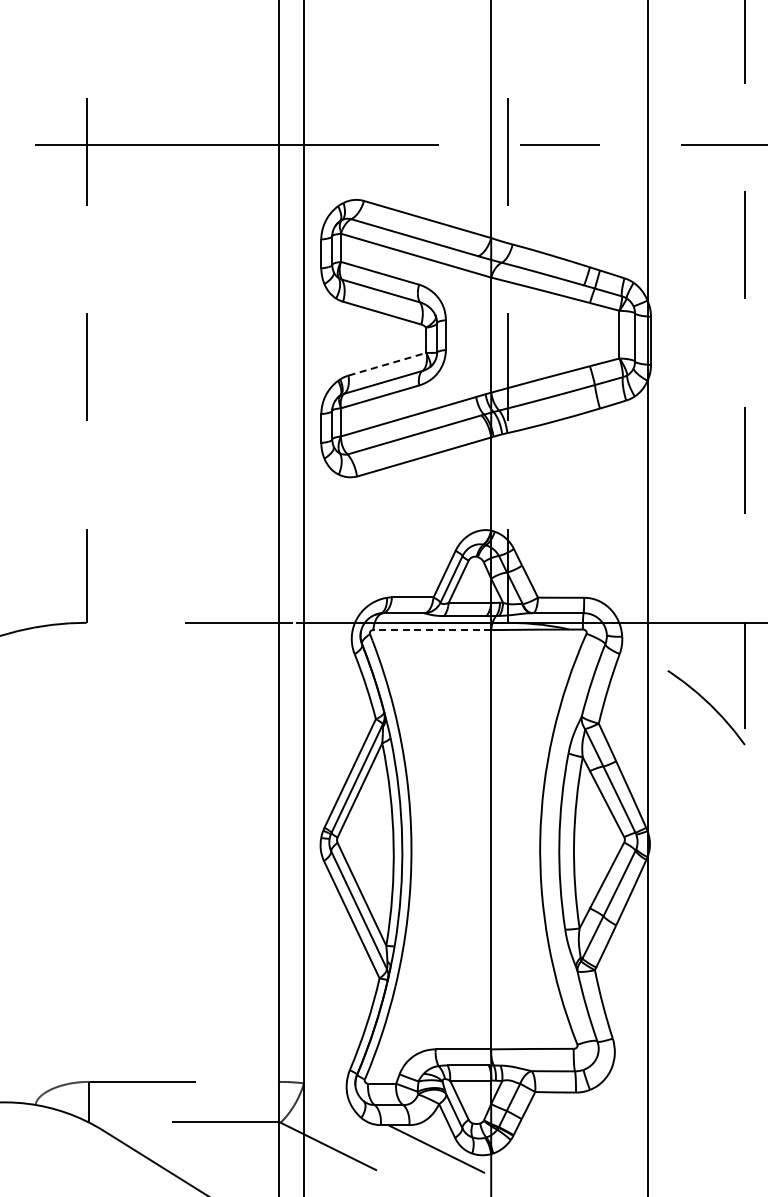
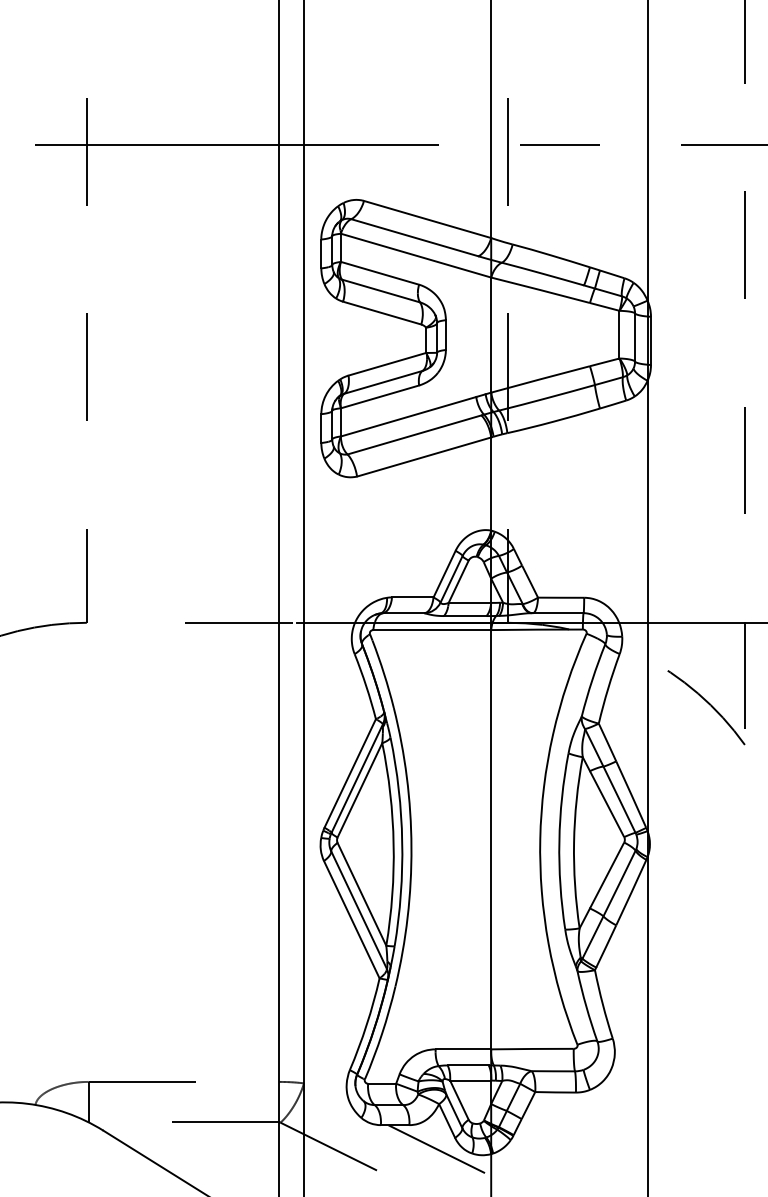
line at (387, 364): dashed -> solid
line at (432, 630): dashed -> solid
